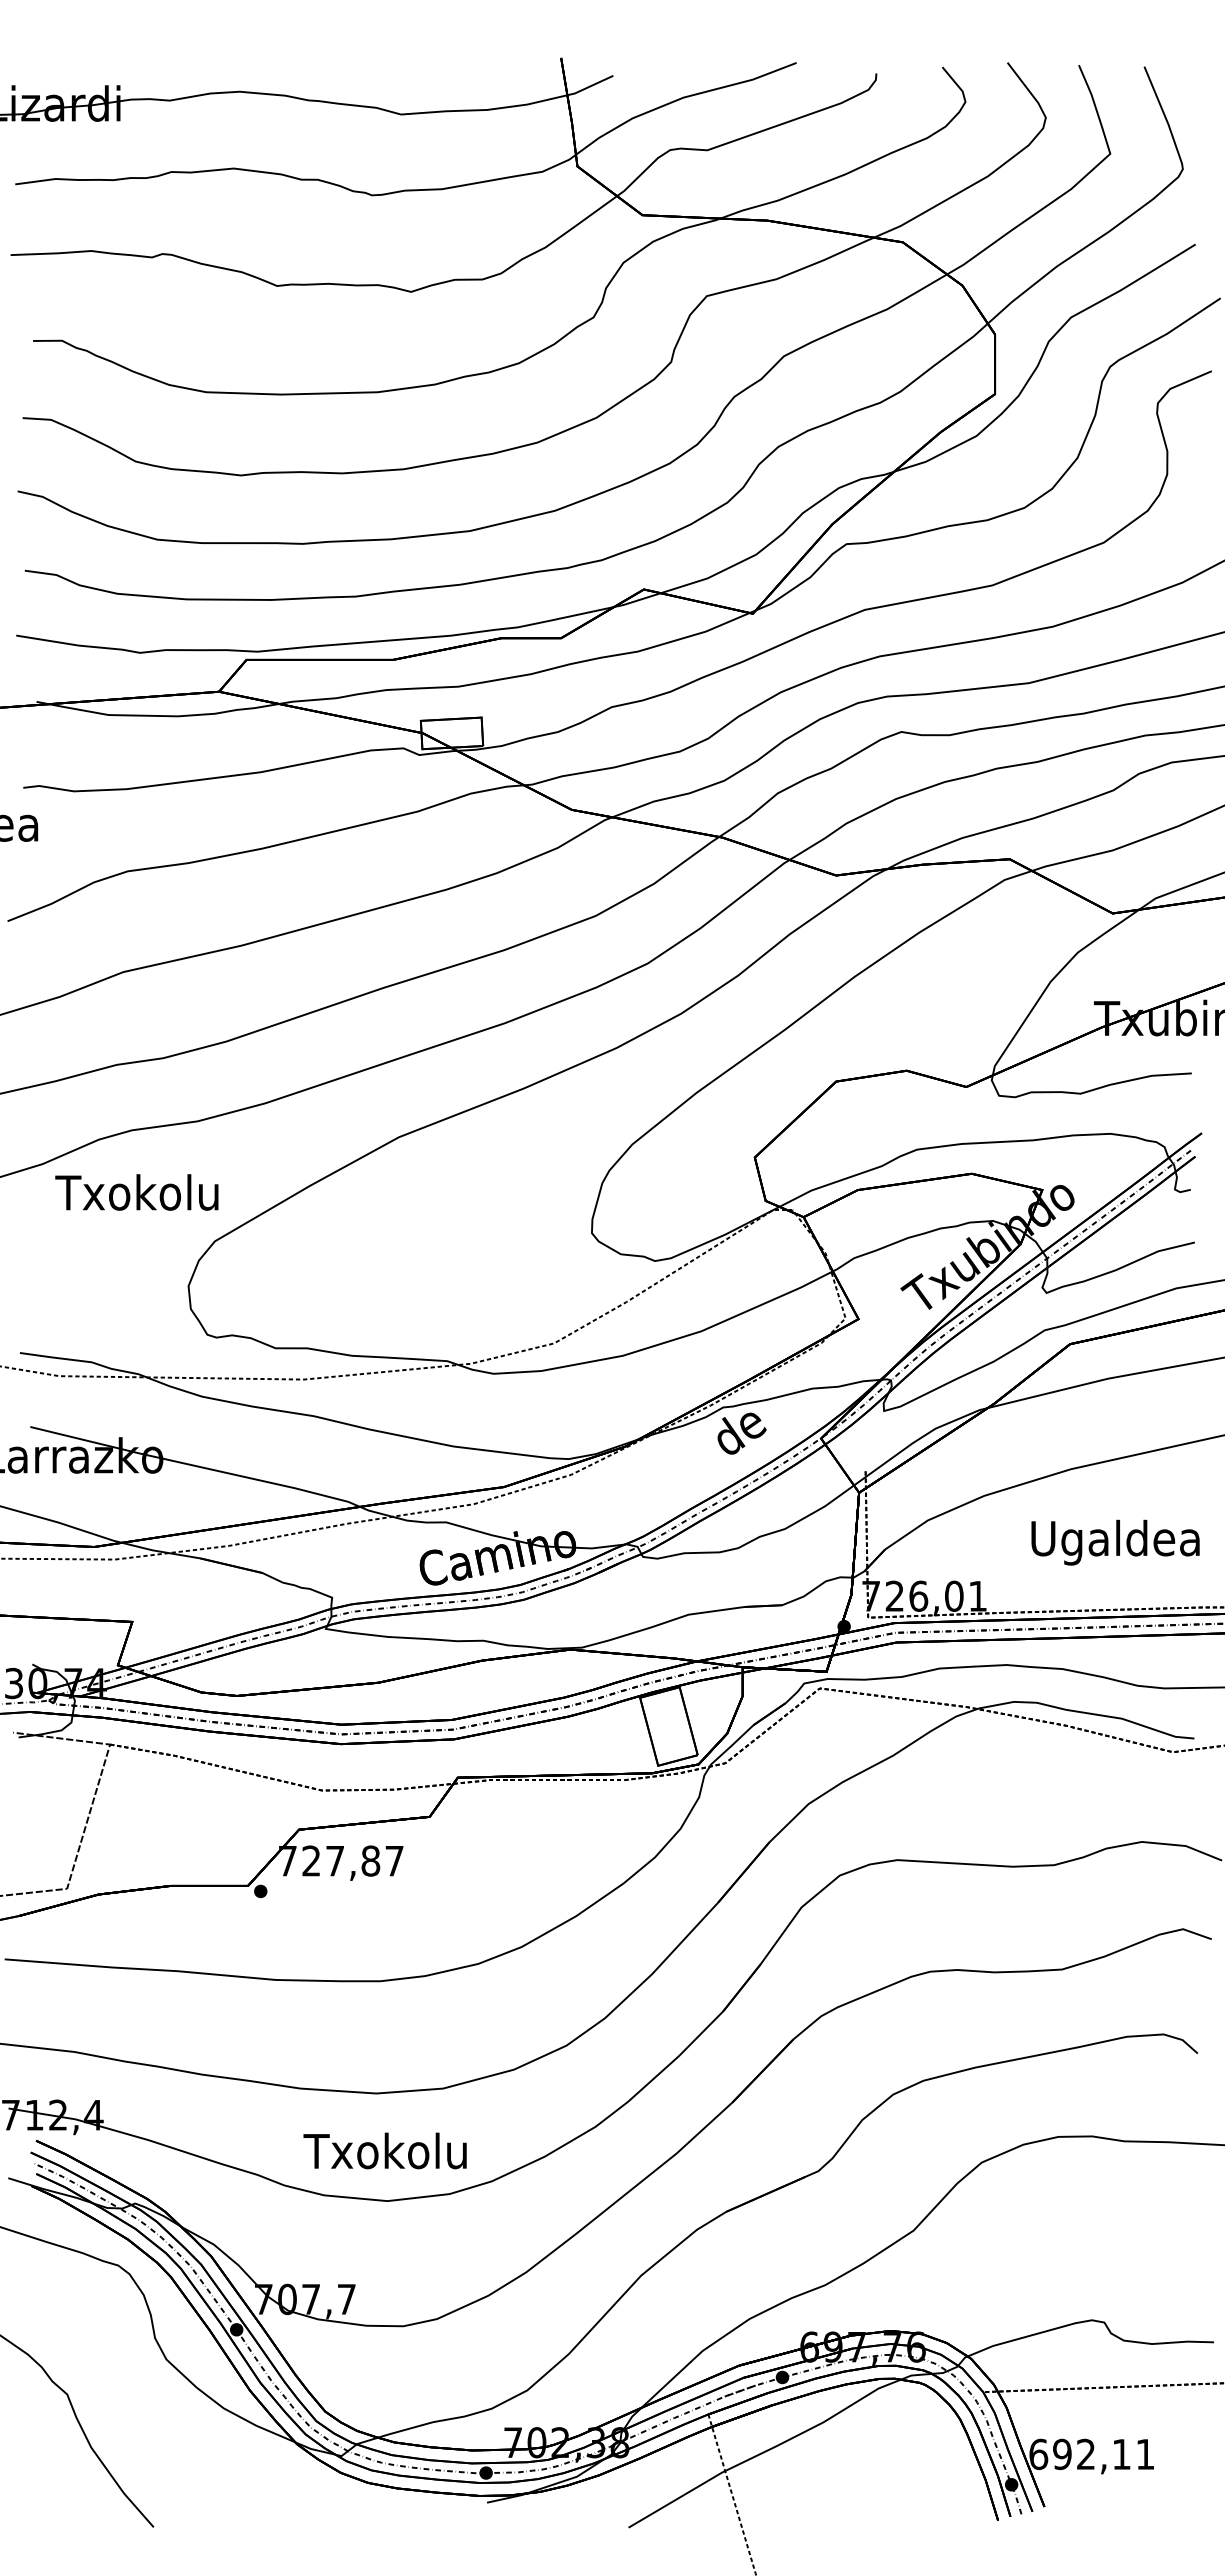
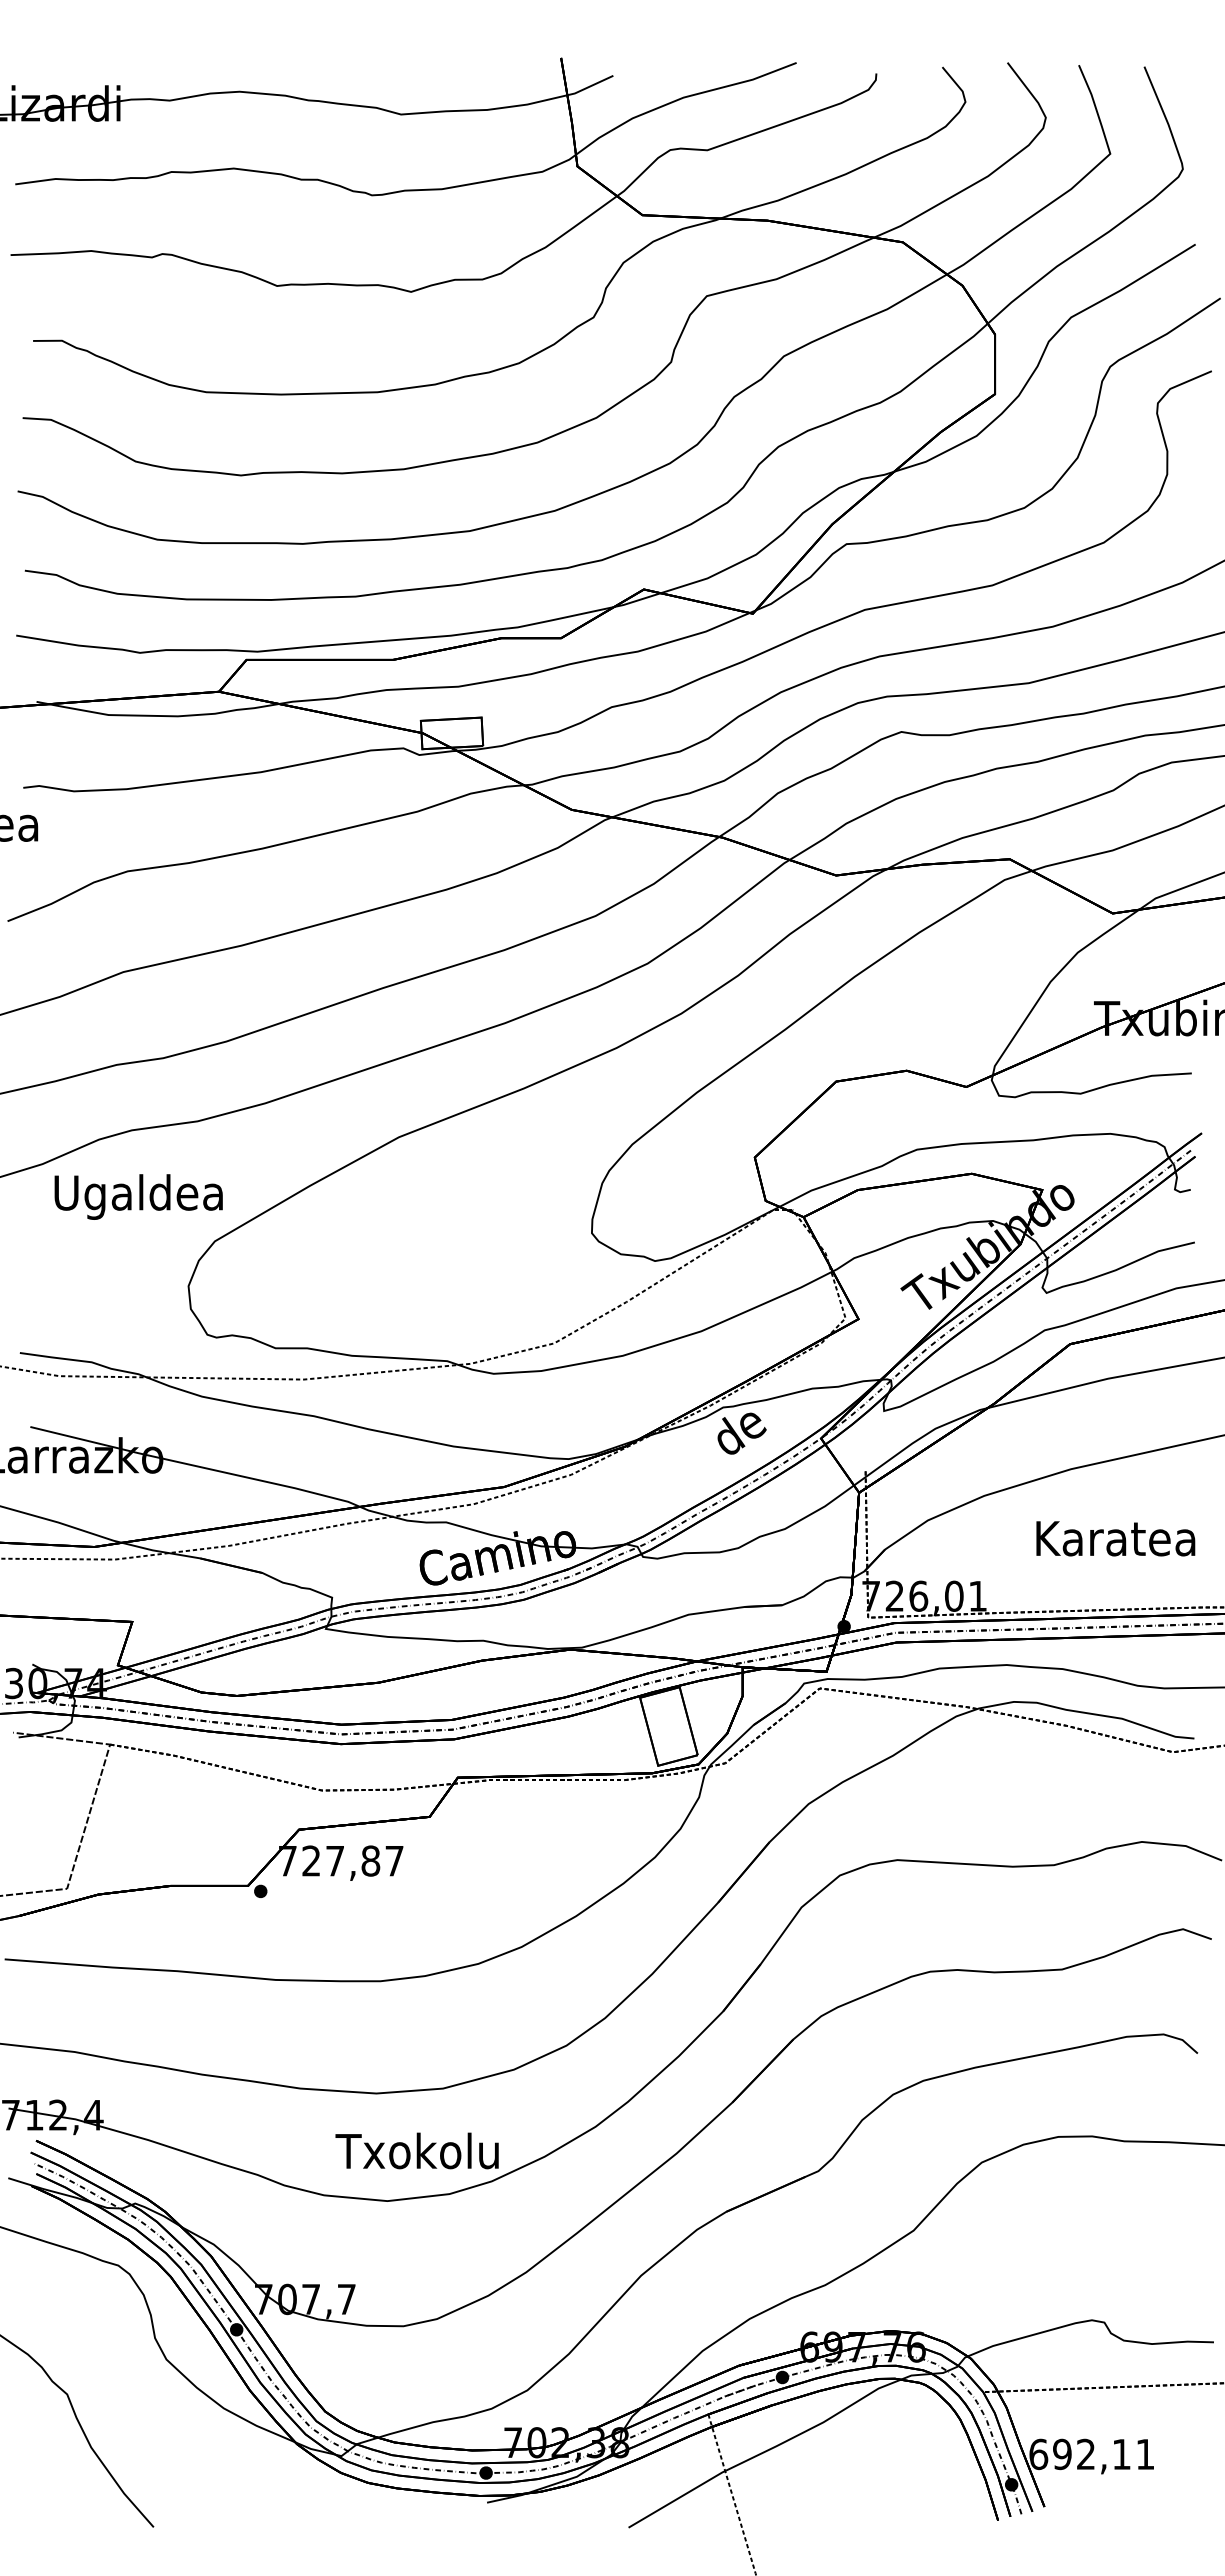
text at (138, 1196): Txokolu -> Ugaldea
text at (1115, 1542): Ugaldea -> Karatea
text at (384, 2150) position: (384, 2150) -> (416, 2150)
